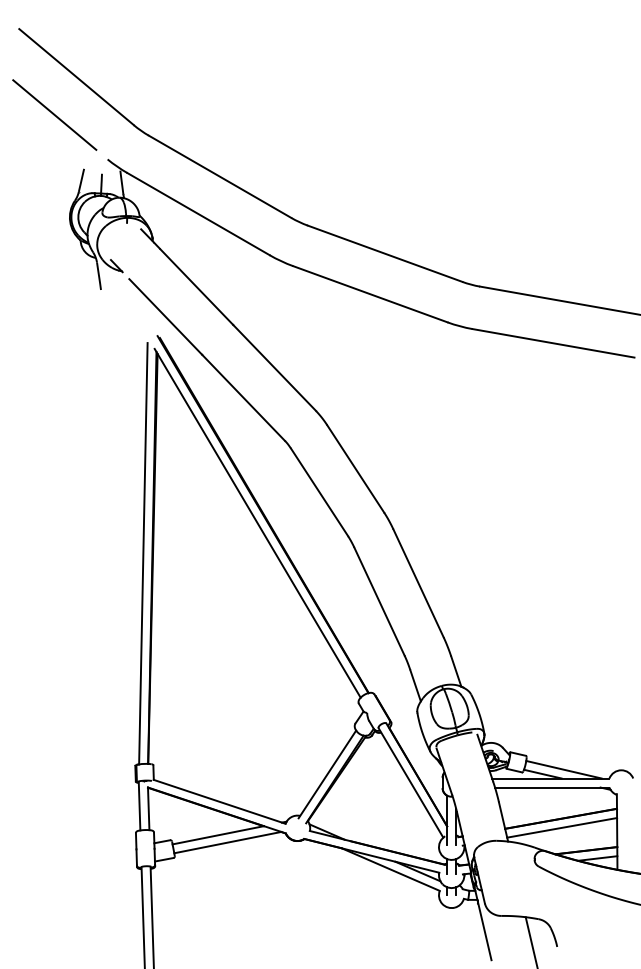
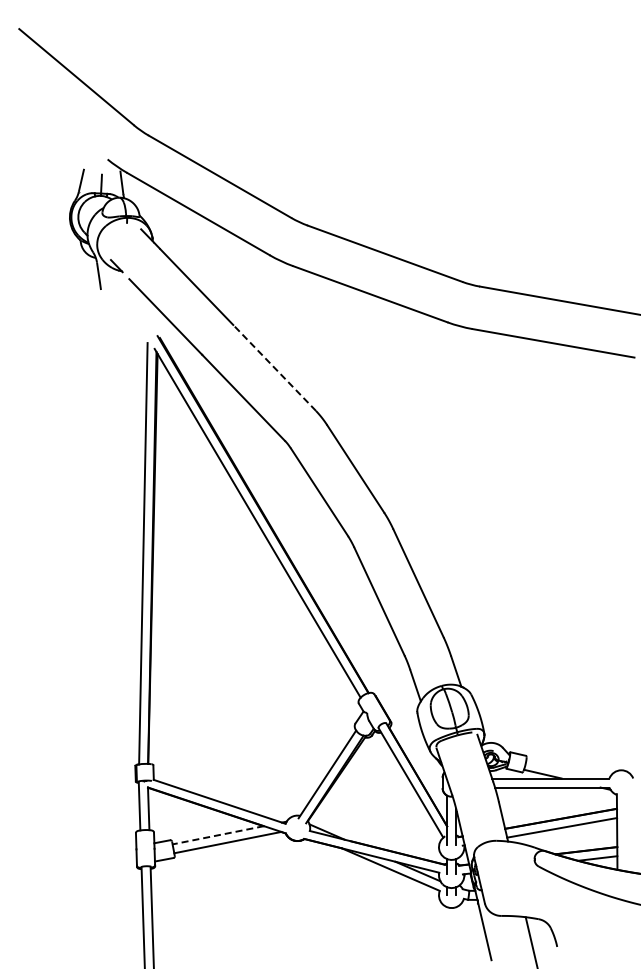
line at (54, 114): present -> none
line at (274, 367): solid -> dashed
line at (563, 769): present -> none
line at (218, 835): solid -> dashed
